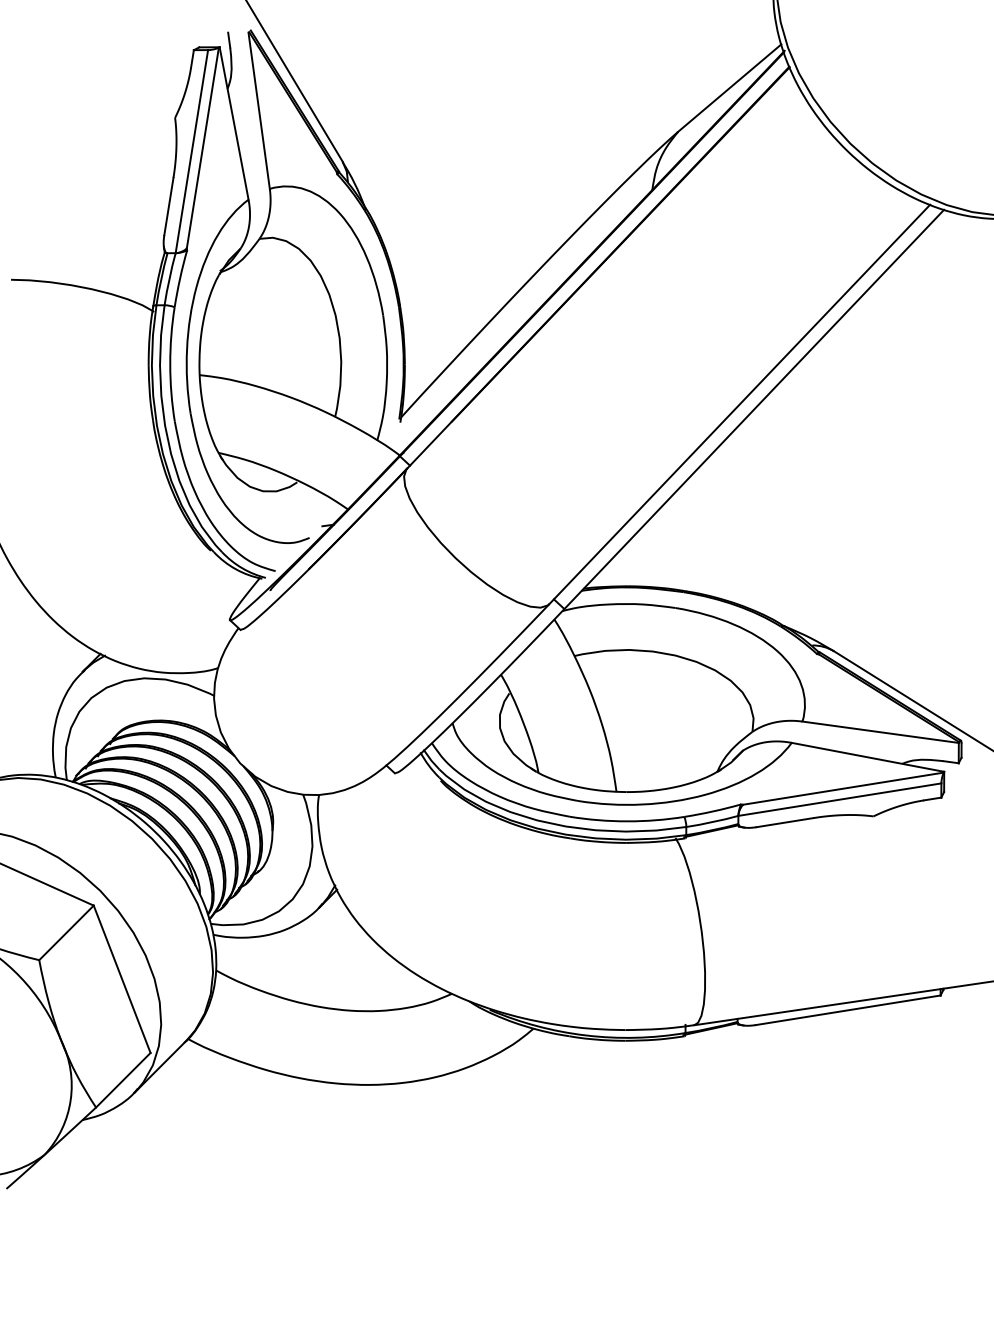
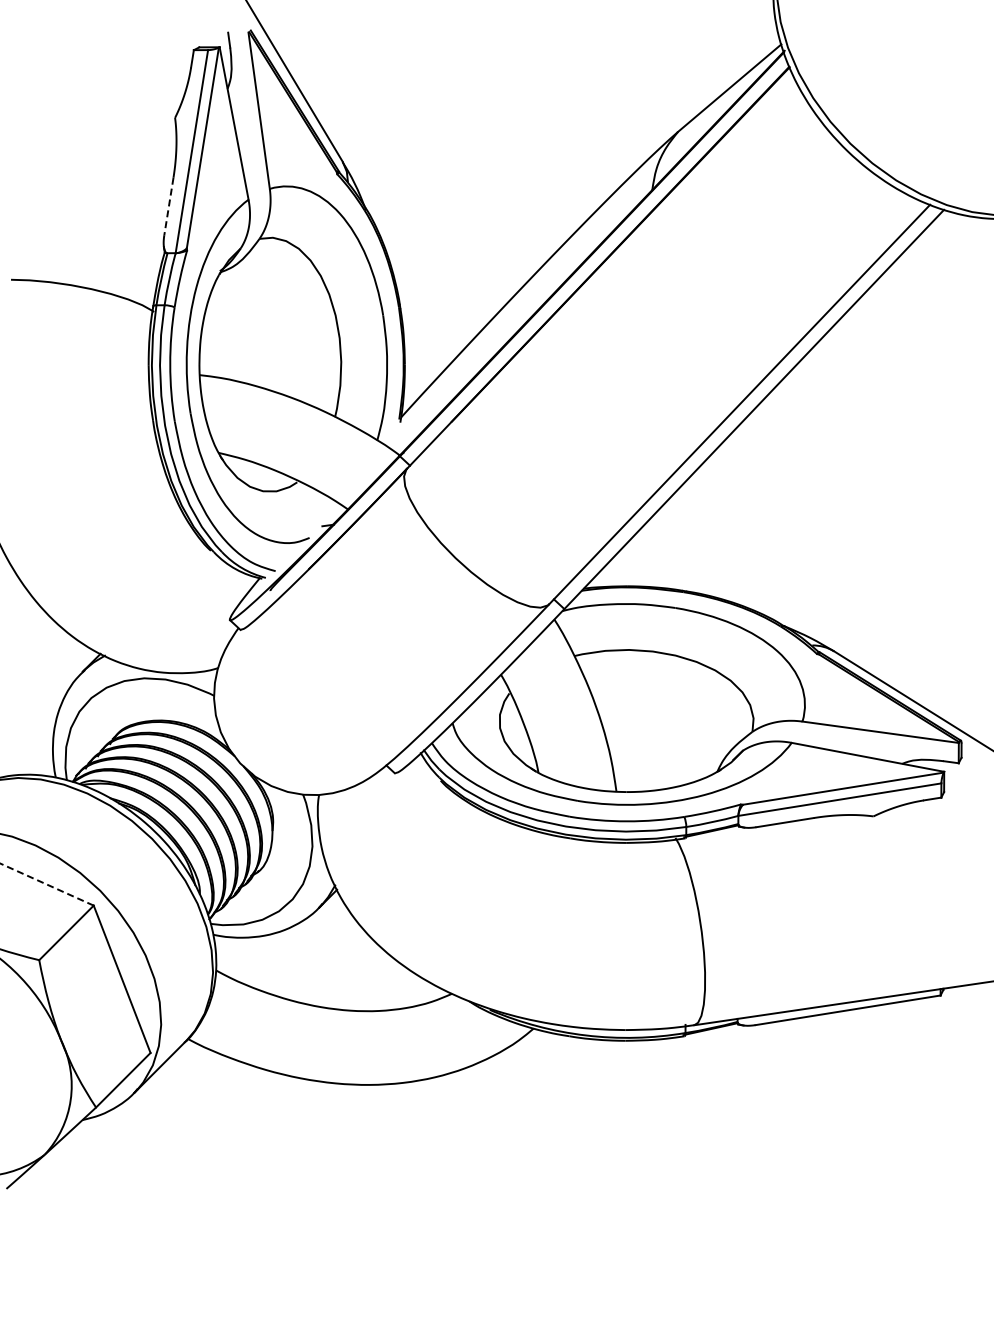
line at (168, 206): solid -> dashed
line at (46, 884): solid -> dashed
